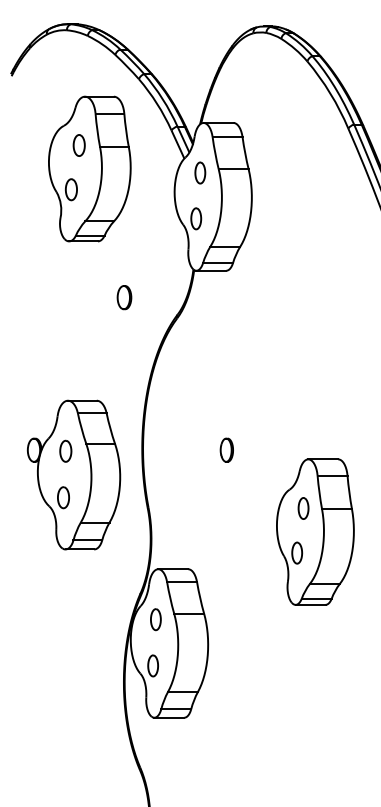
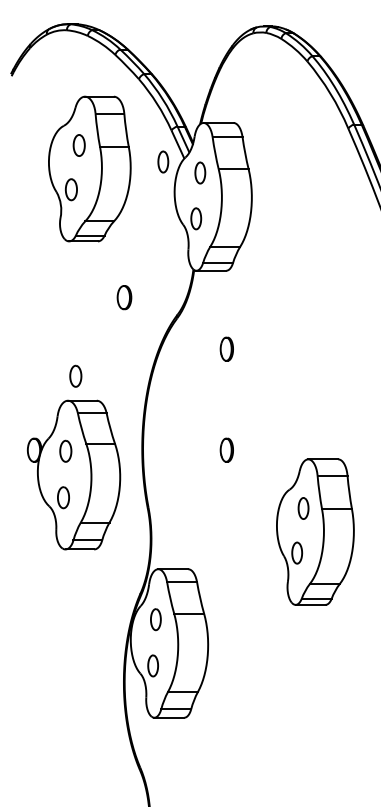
part at (163, 161): none -> present
part at (226, 348): none -> present
part at (75, 375): none -> present
